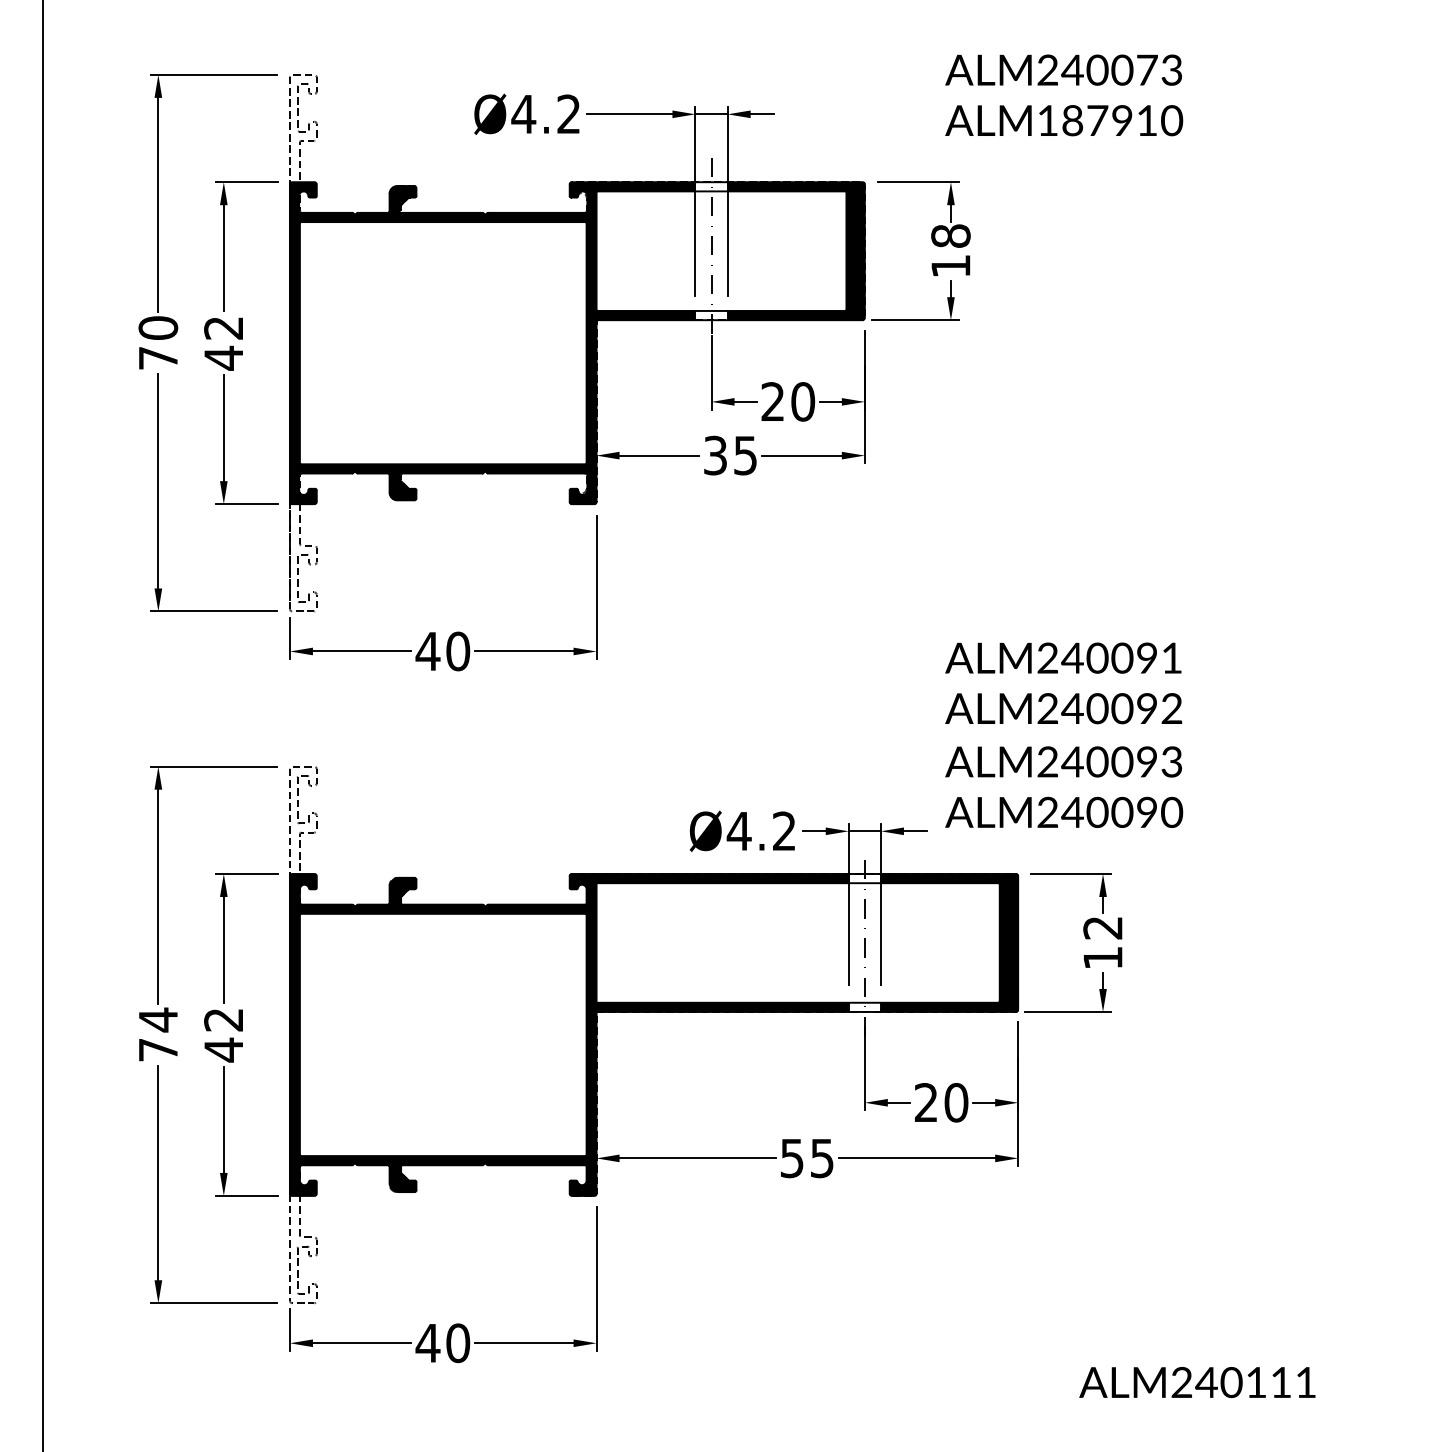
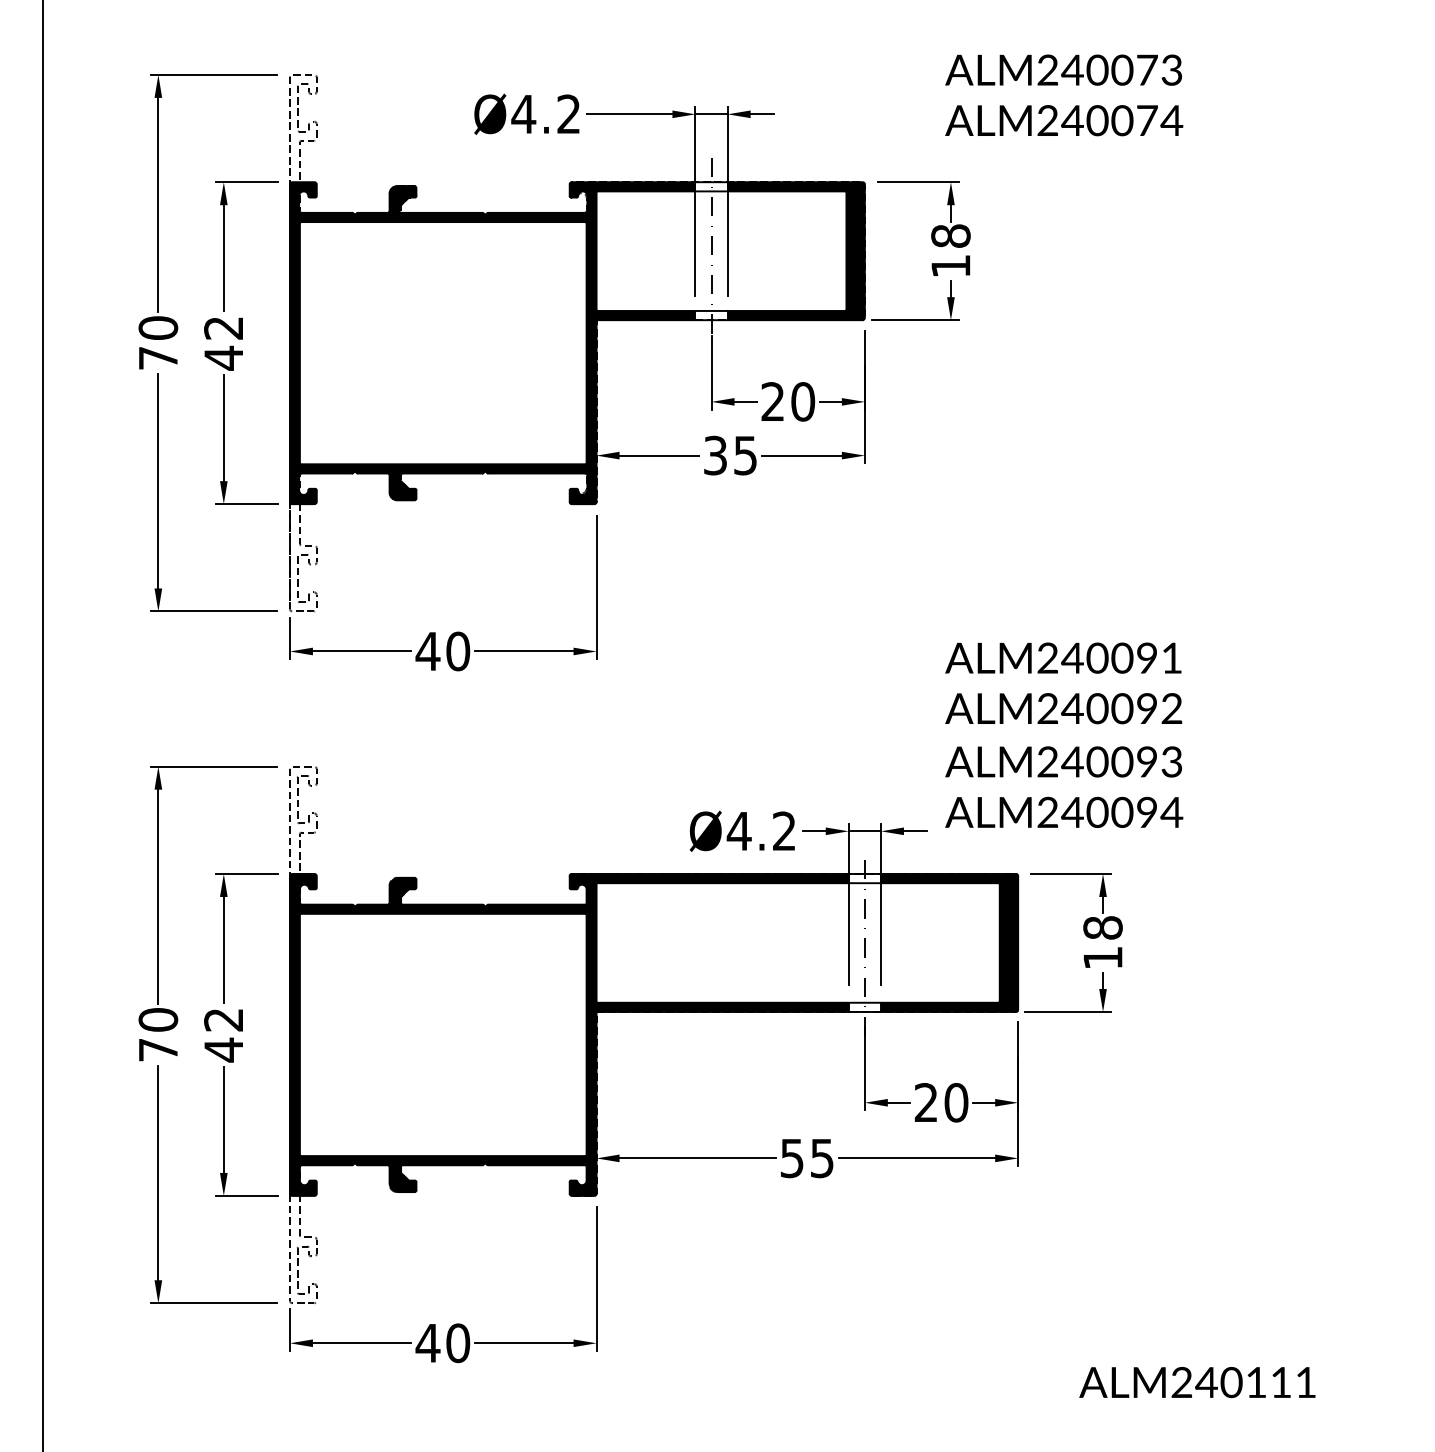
text at (1110, 120): ALM187910 -> ALM240074
text at (1171, 811): ALM240090 -> ALM240094
text at (1102, 927): 12 -> 18
text at (158, 1019): 74 -> 70
